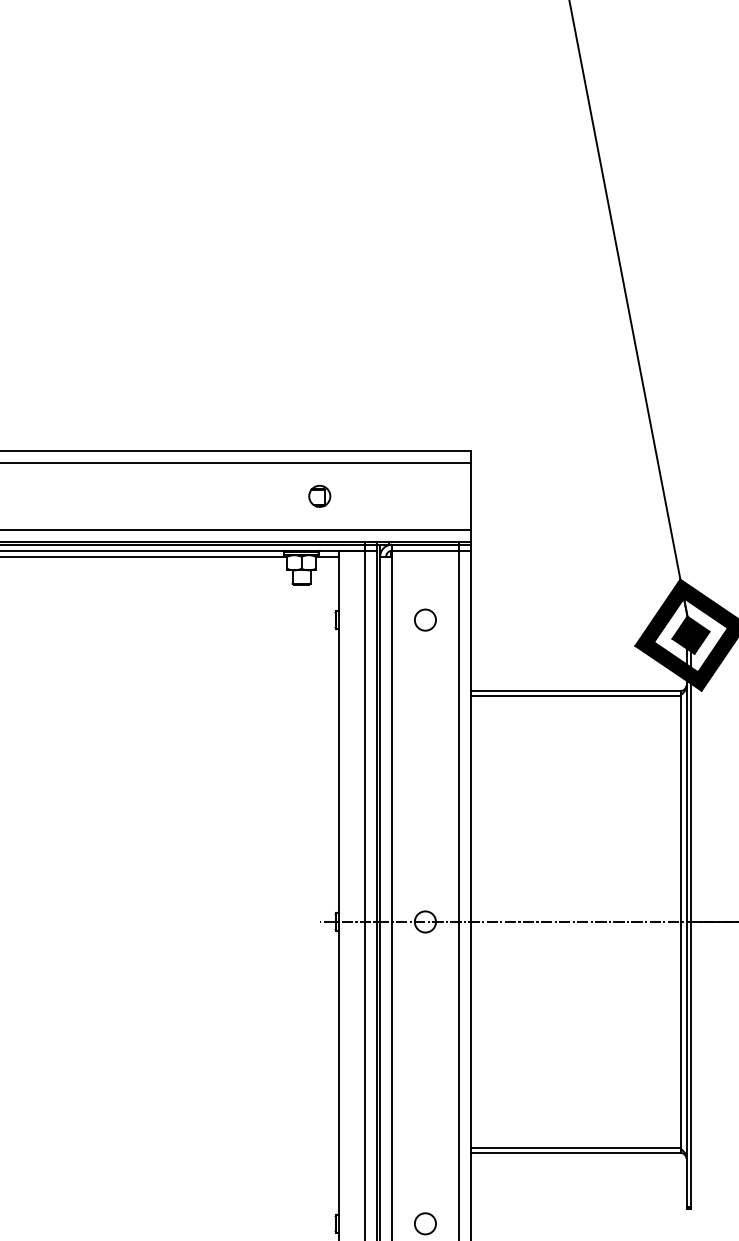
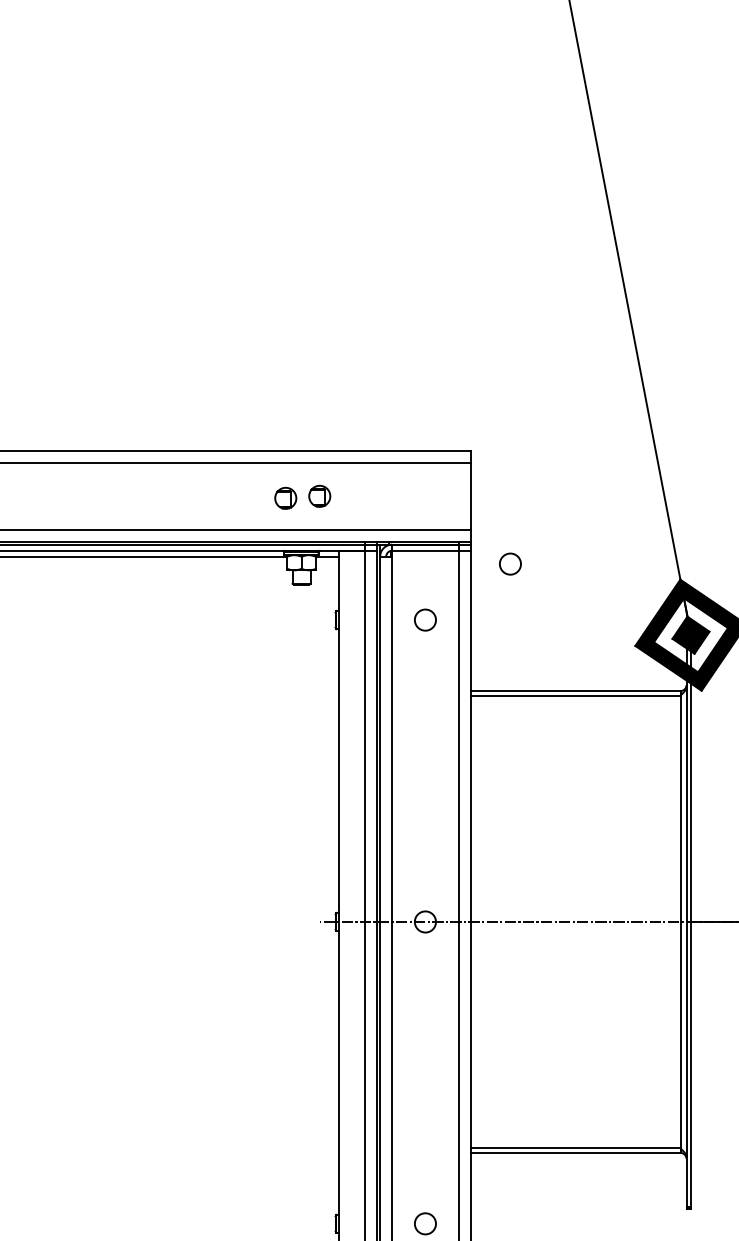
part at (285, 497): none -> present
circle at (510, 563): none -> present
